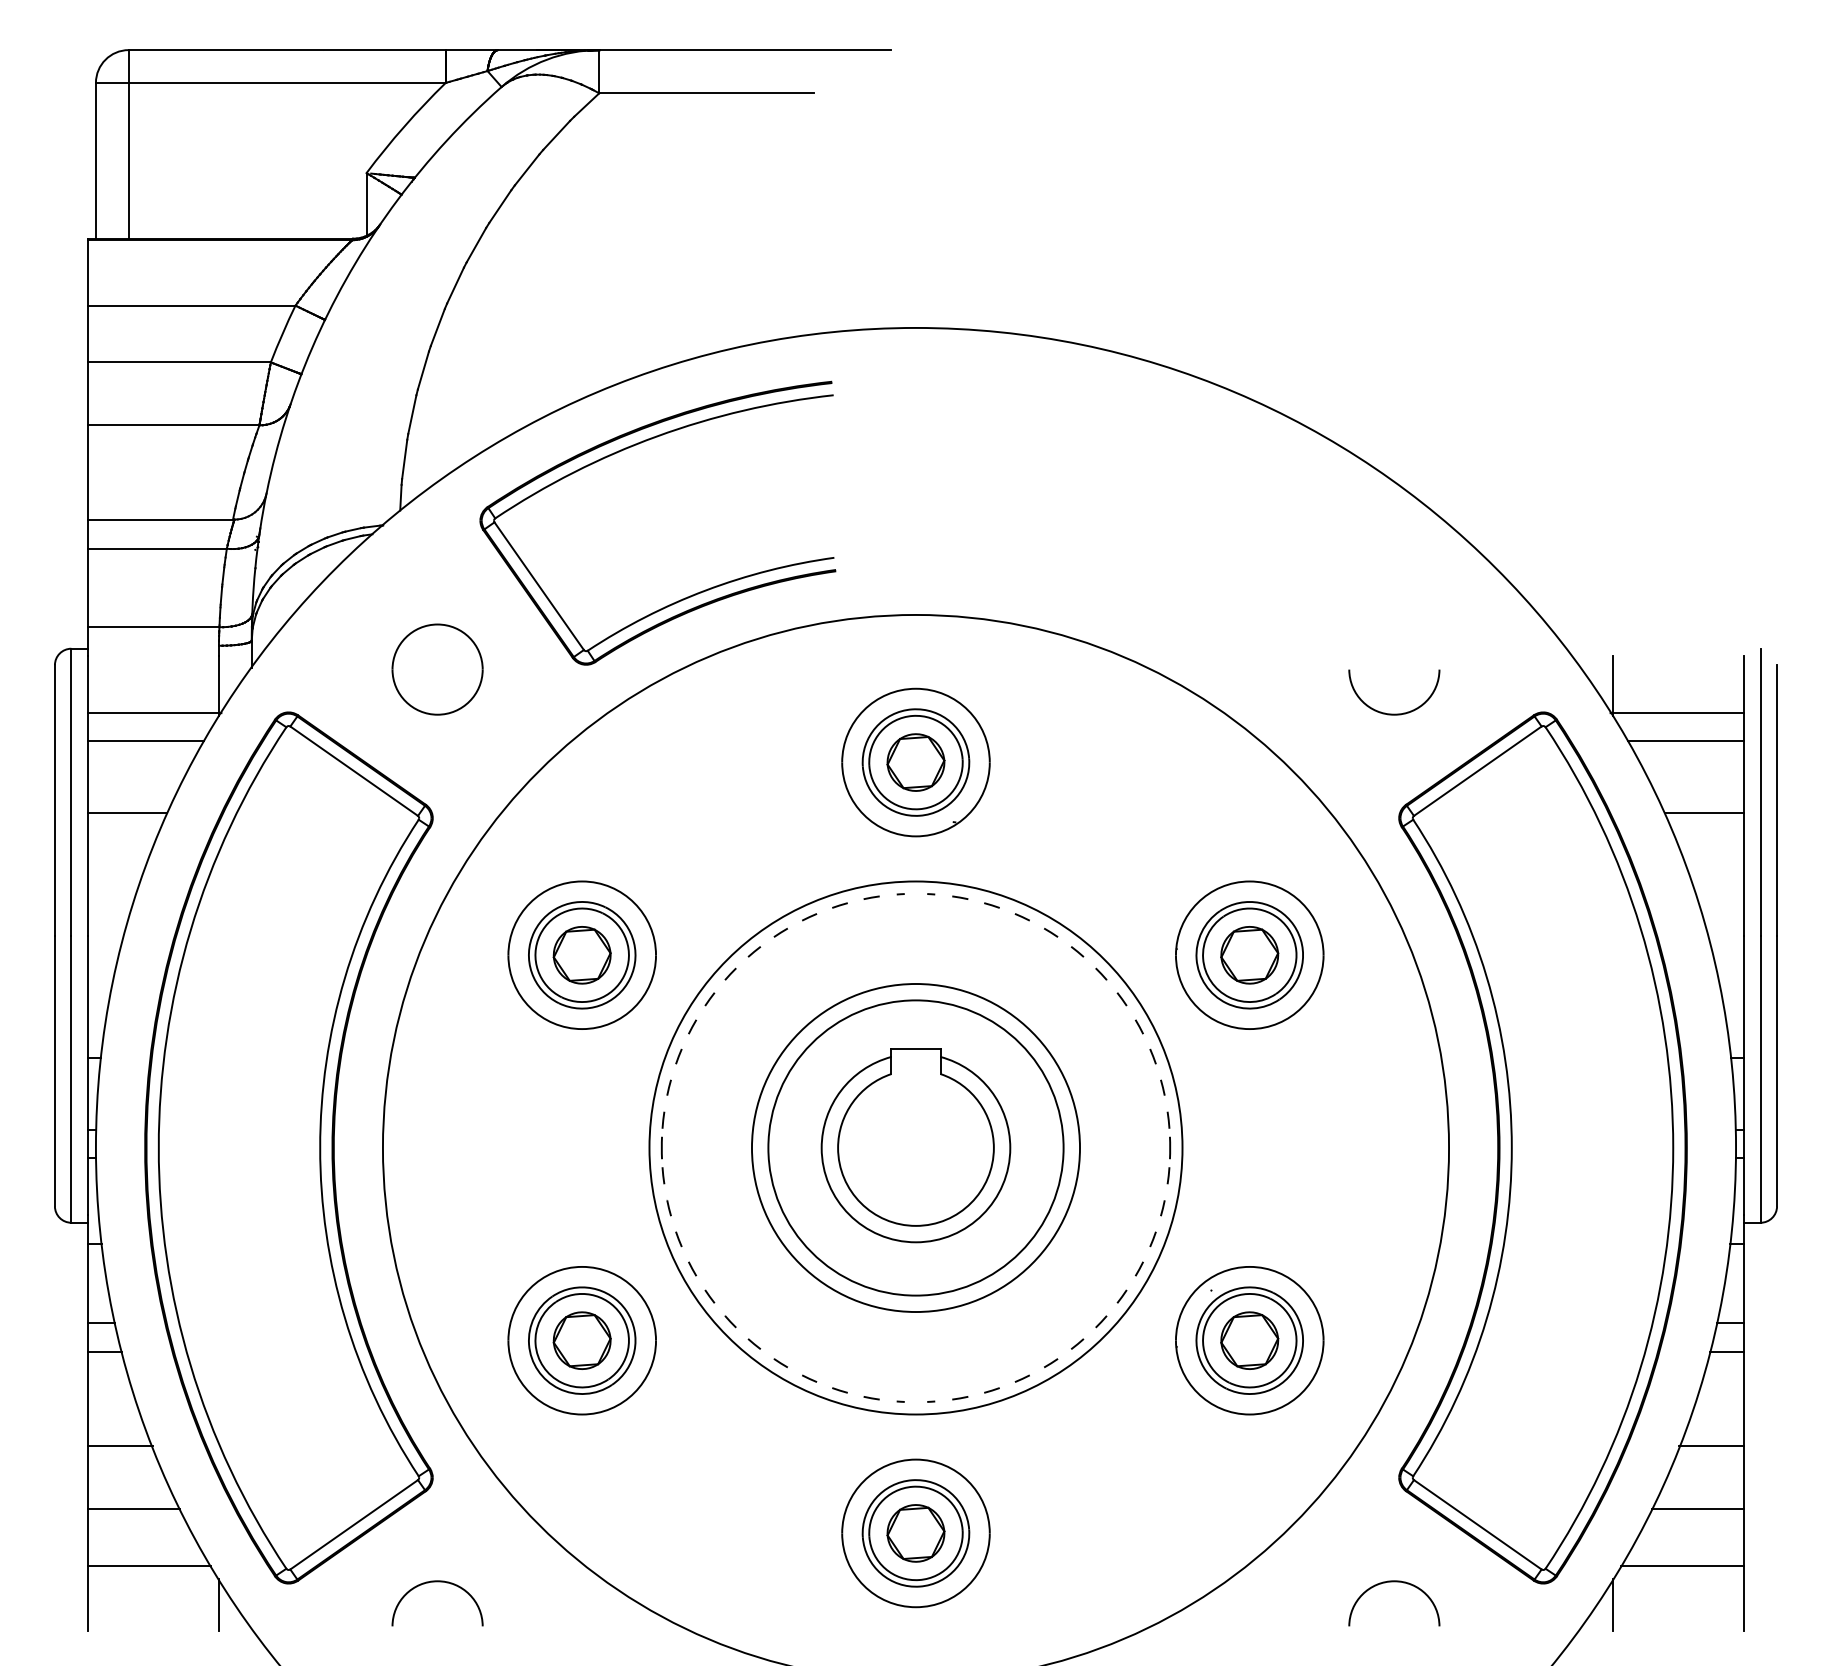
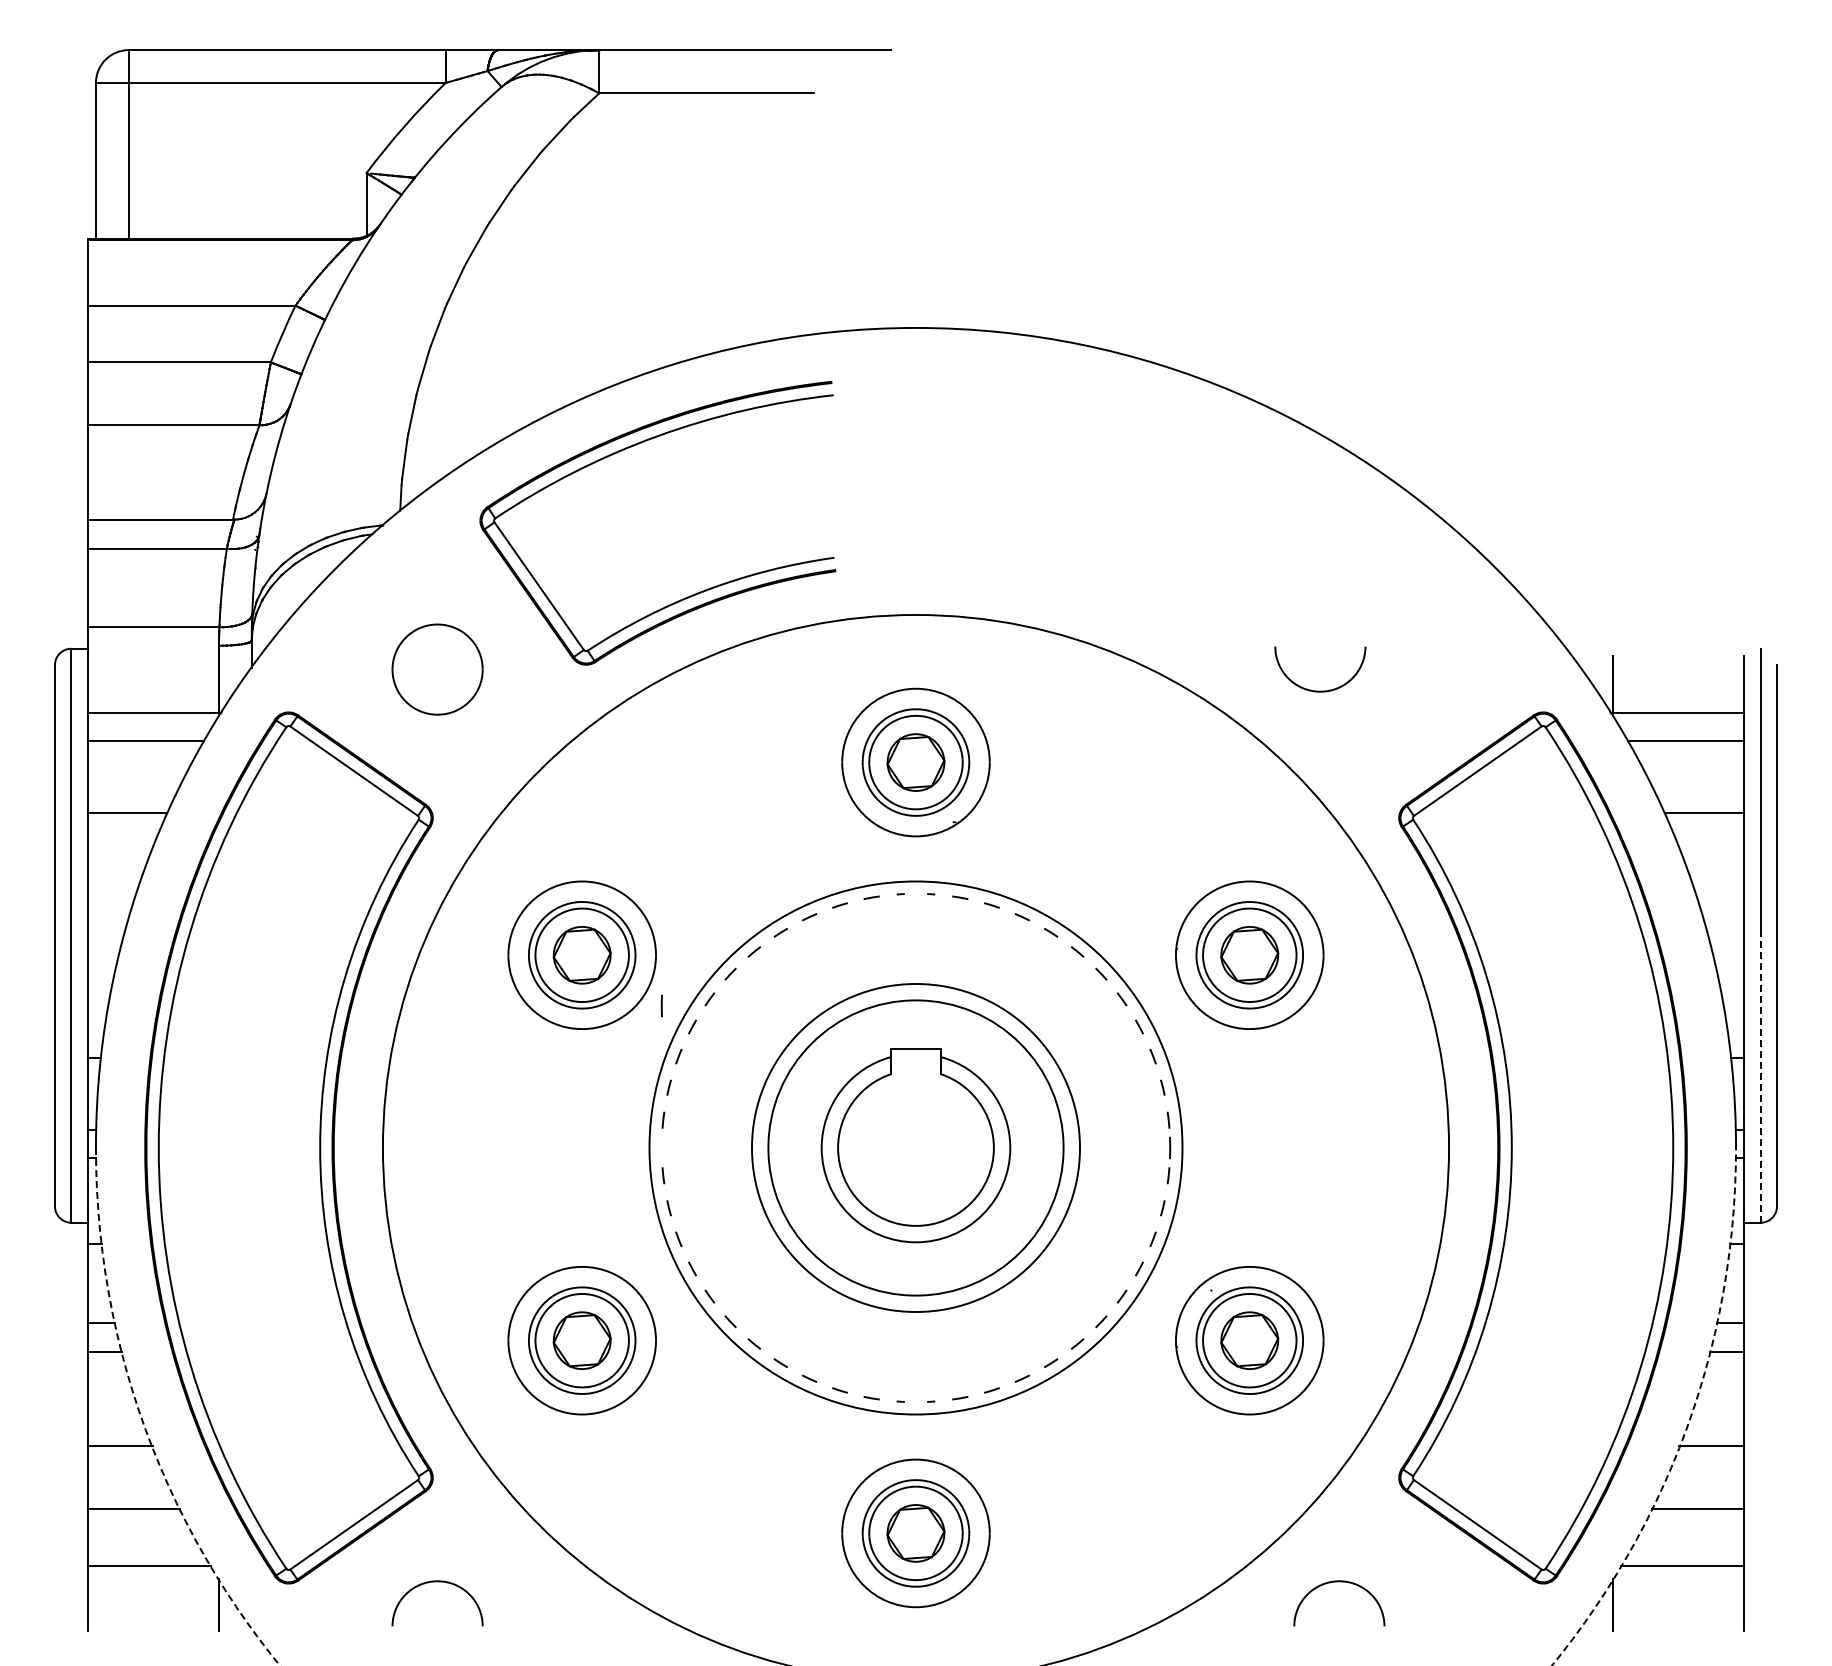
arc at (1394, 713) position: (1394, 713) -> (1320, 690)
line at (1760, 1079): solid -> dashed
line at (661, 1147) position: (661, 1147) -> (661, 1005)
arc at (1394, 1582) position: (1394, 1582) -> (1339, 1582)
arc at (1551, 1665): solid -> dashed
